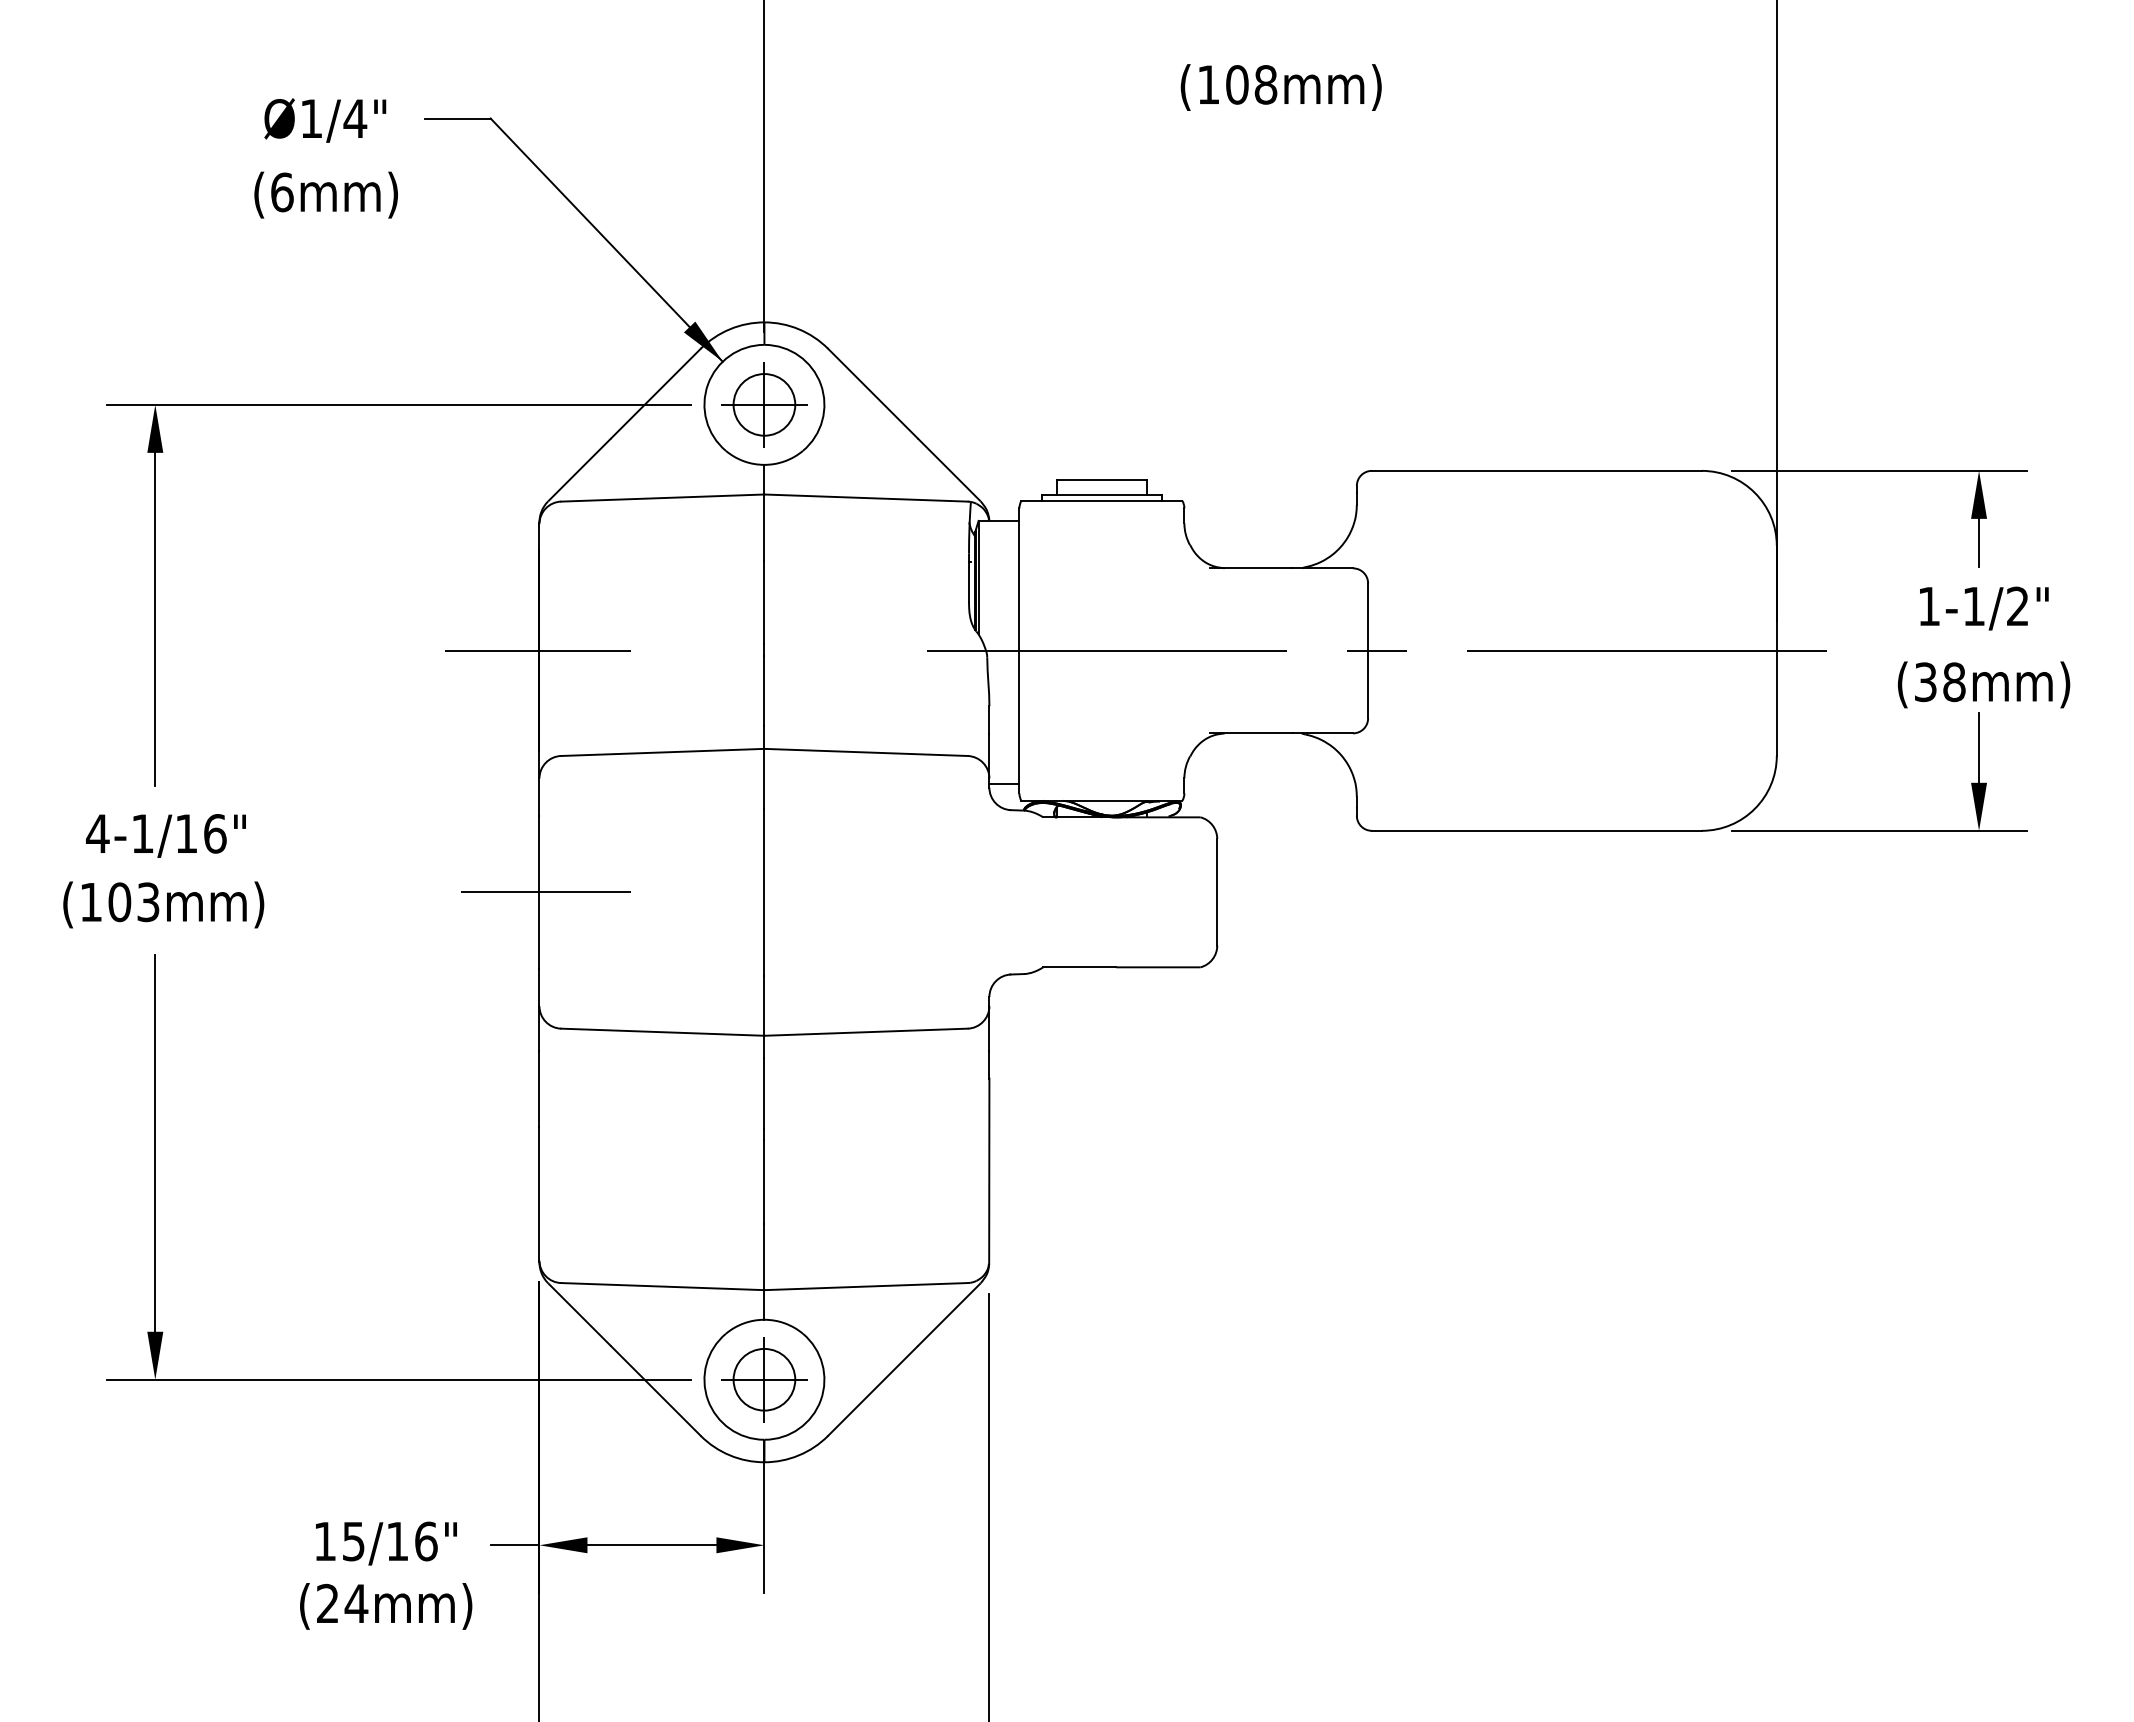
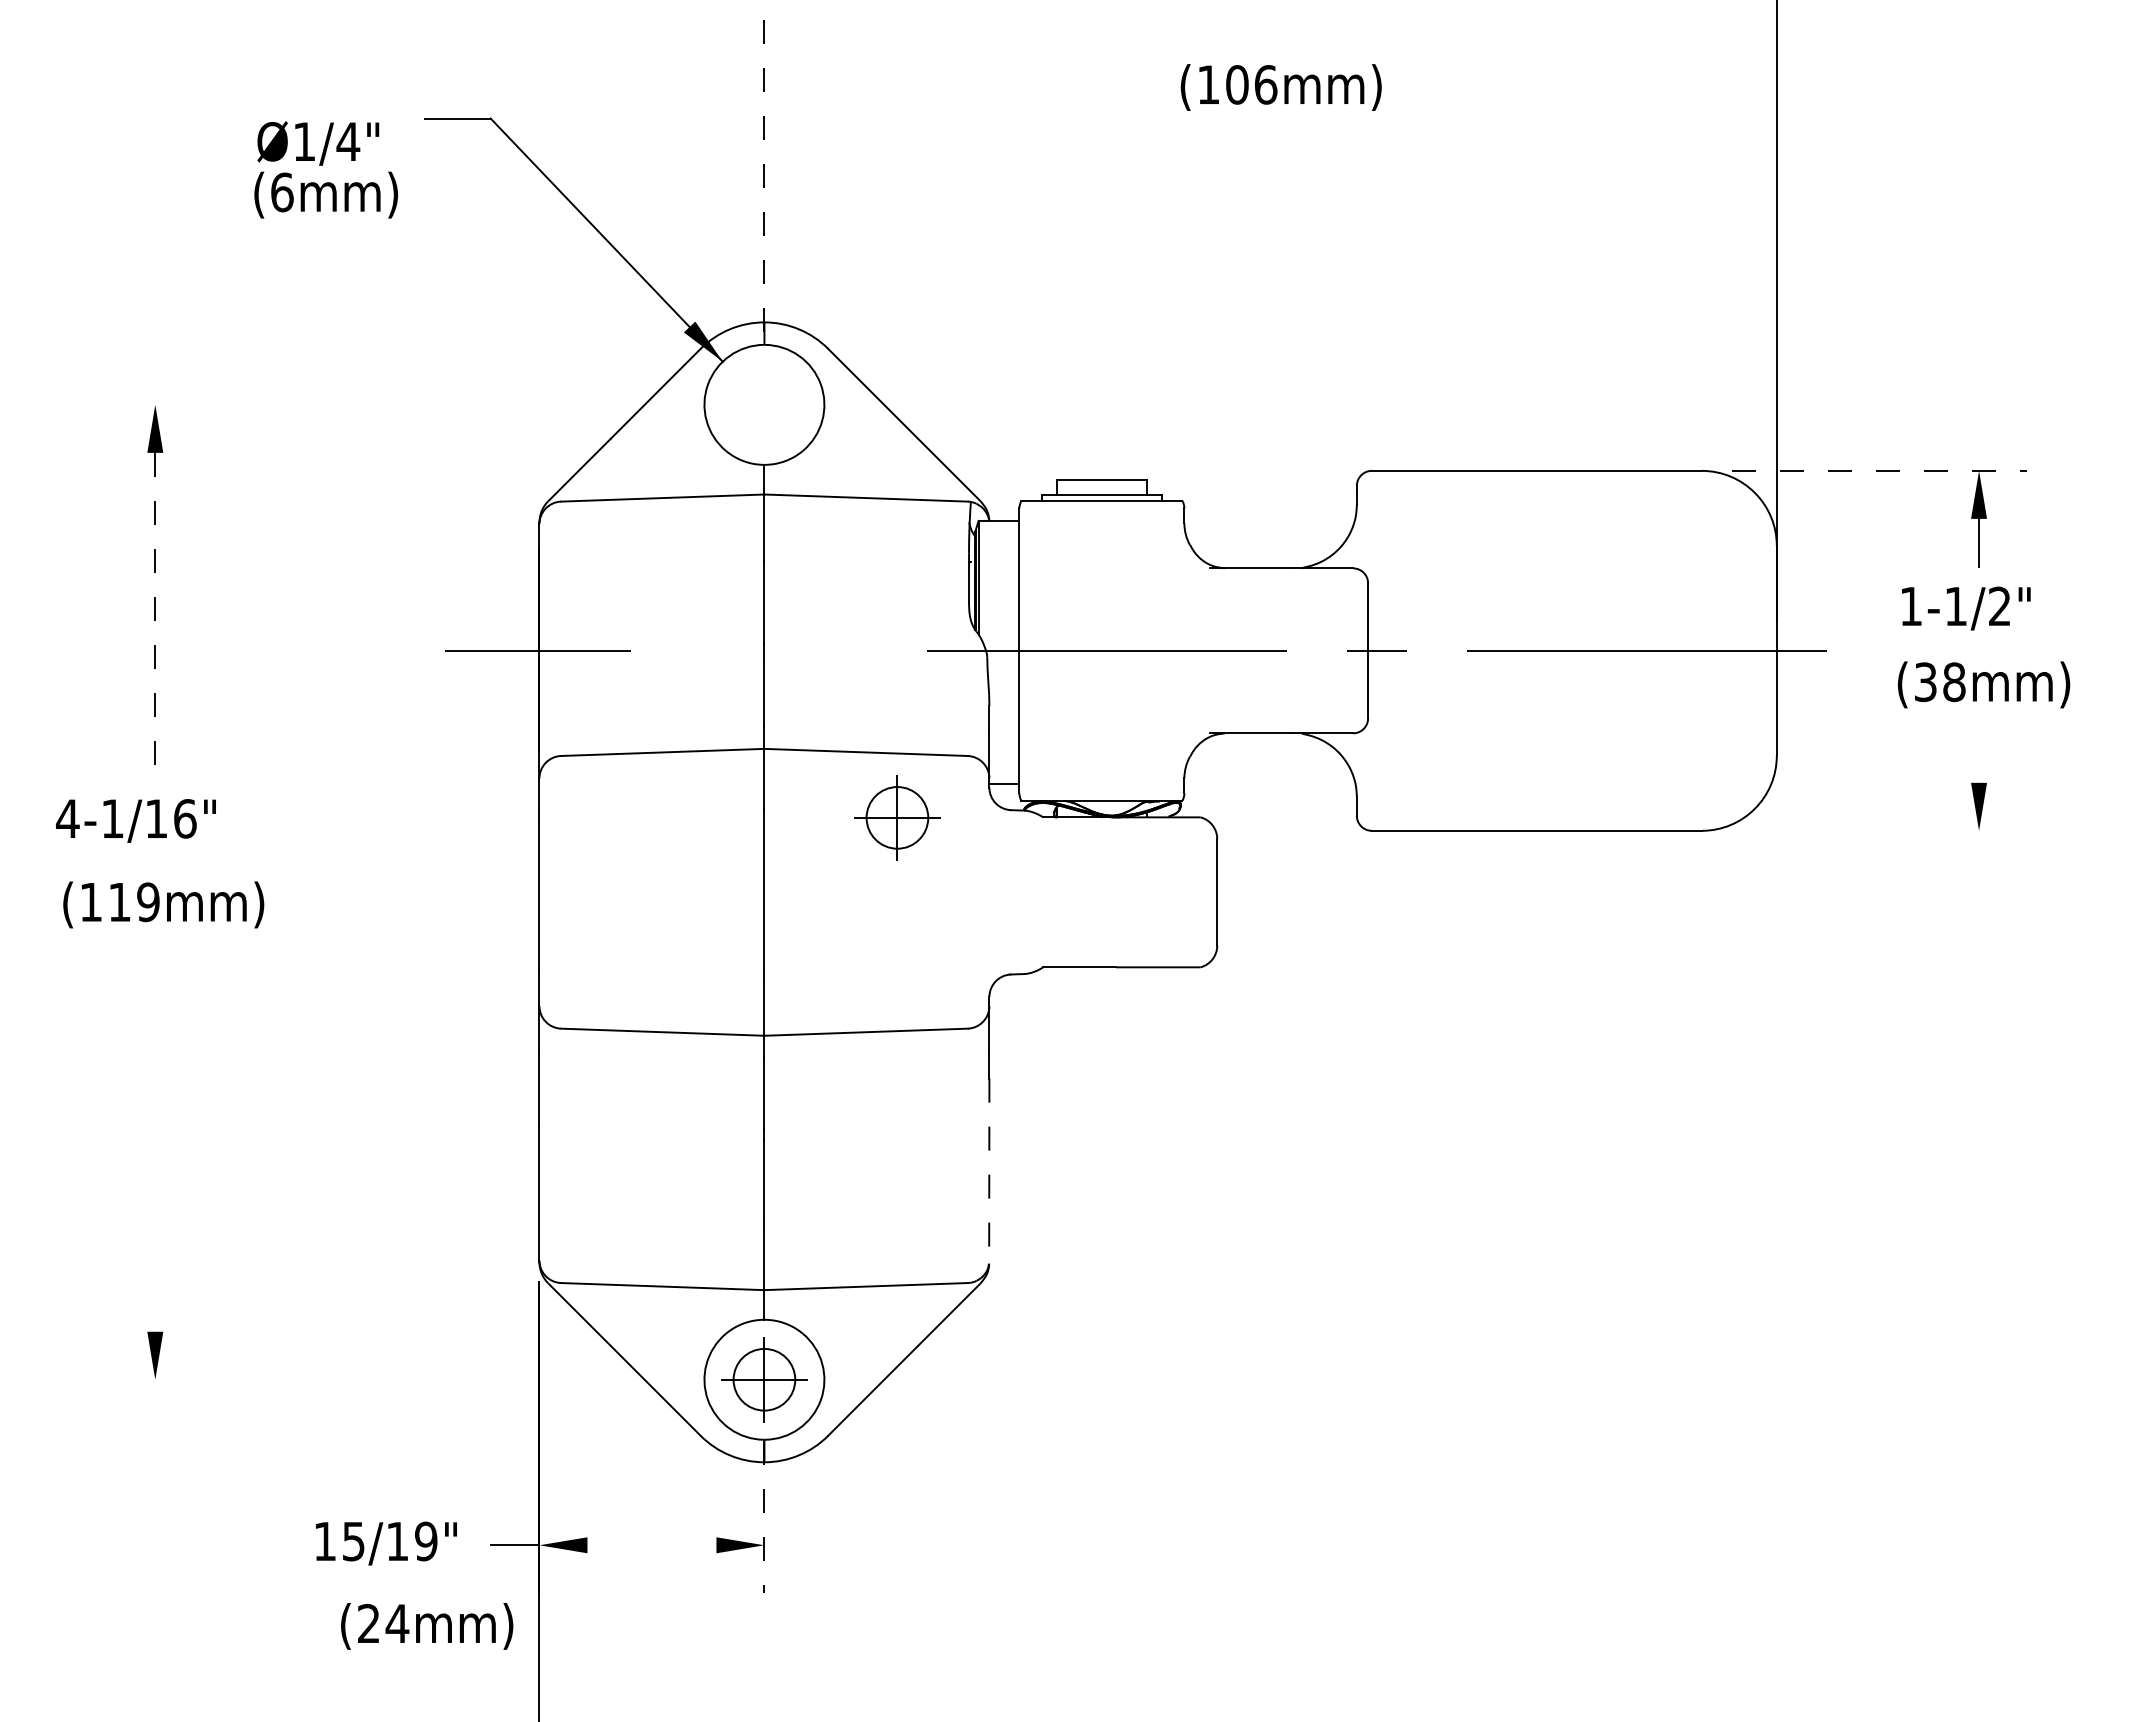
text at (1265, 84): (108mm) -> (106mm)
text at (325, 120) position: (325, 120) -> (318, 143)
line at (764, 166): solid -> dashed
line at (399, 404): present -> none
part at (764, 404) position: (764, 404) -> (897, 817)
line at (1879, 470): solid -> dashed
text at (1984, 608) position: (1984, 608) -> (1966, 608)
line at (155, 619): solid -> dashed
line at (1979, 747): present -> none
line at (1879, 830): present -> none
text at (165, 835) position: (165, 835) -> (135, 820)
line at (546, 892): present -> none
text at (133, 902): (103mm) -> (119mm)
line at (155, 1142): present -> none
line at (989, 1171): solid -> dashed
line at (399, 1379): present -> none
line at (989, 1505): present -> none
line at (764, 1517): solid -> dashed
text at (426, 1541): 15/16" -> 15/19"
line at (651, 1545): present -> none
text at (386, 1606) position: (386, 1606) -> (427, 1626)
